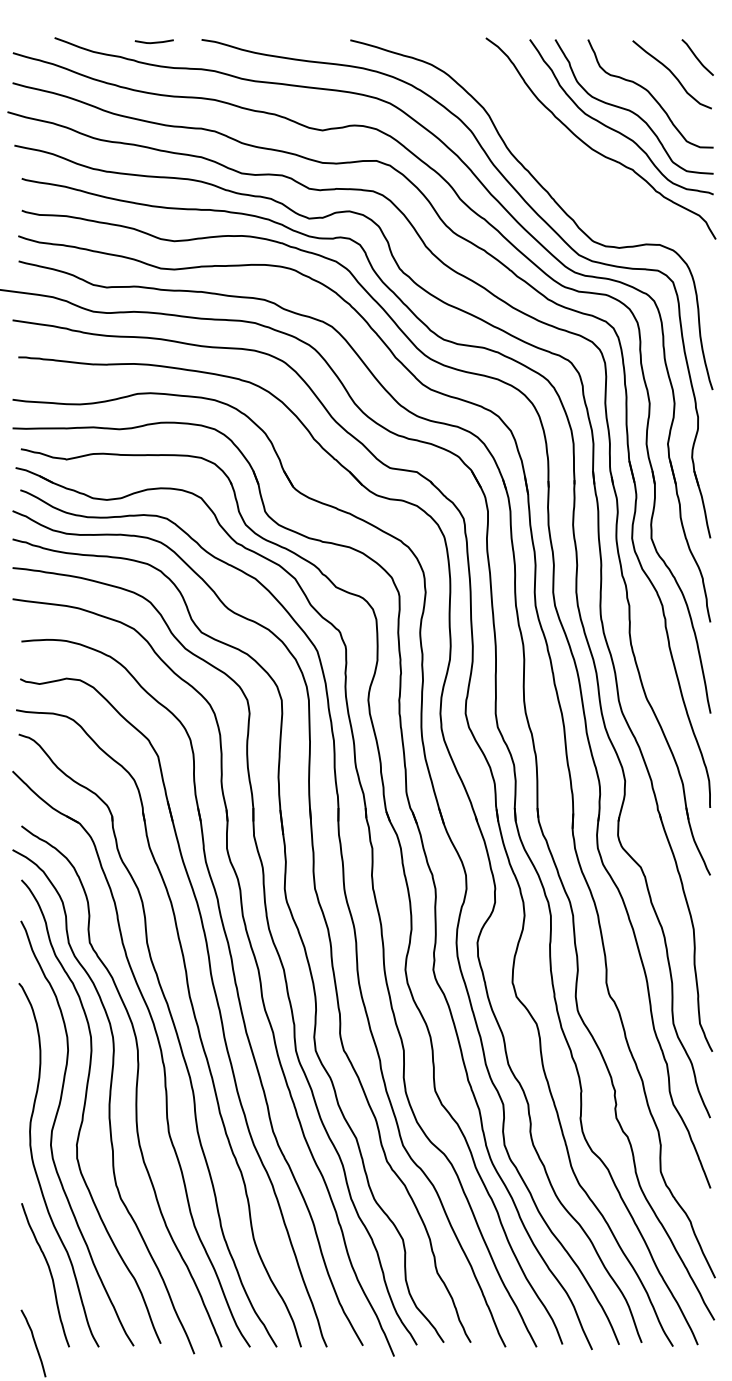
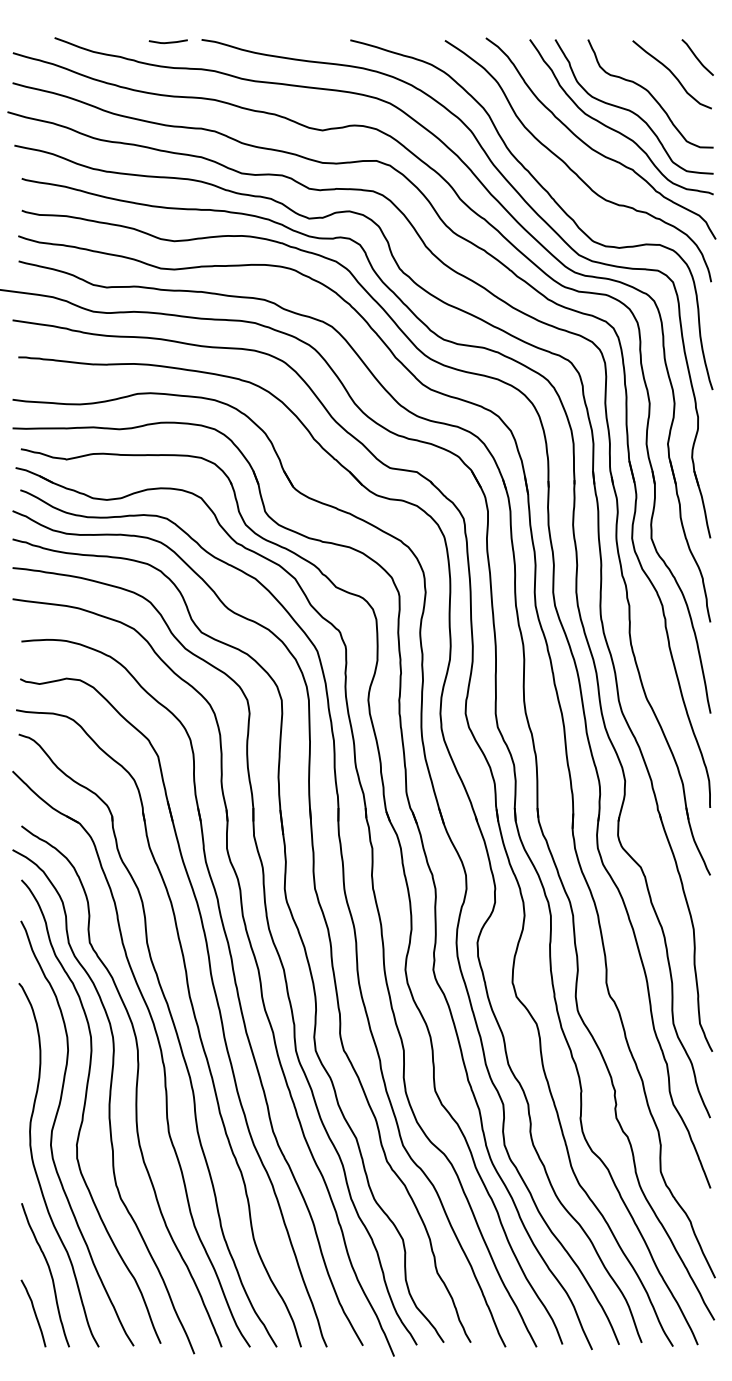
line at (154, 41) position: (154, 41) -> (168, 41)
curve at (570, 167): none -> present
curve at (34, 1343) position: (34, 1343) -> (34, 1313)
